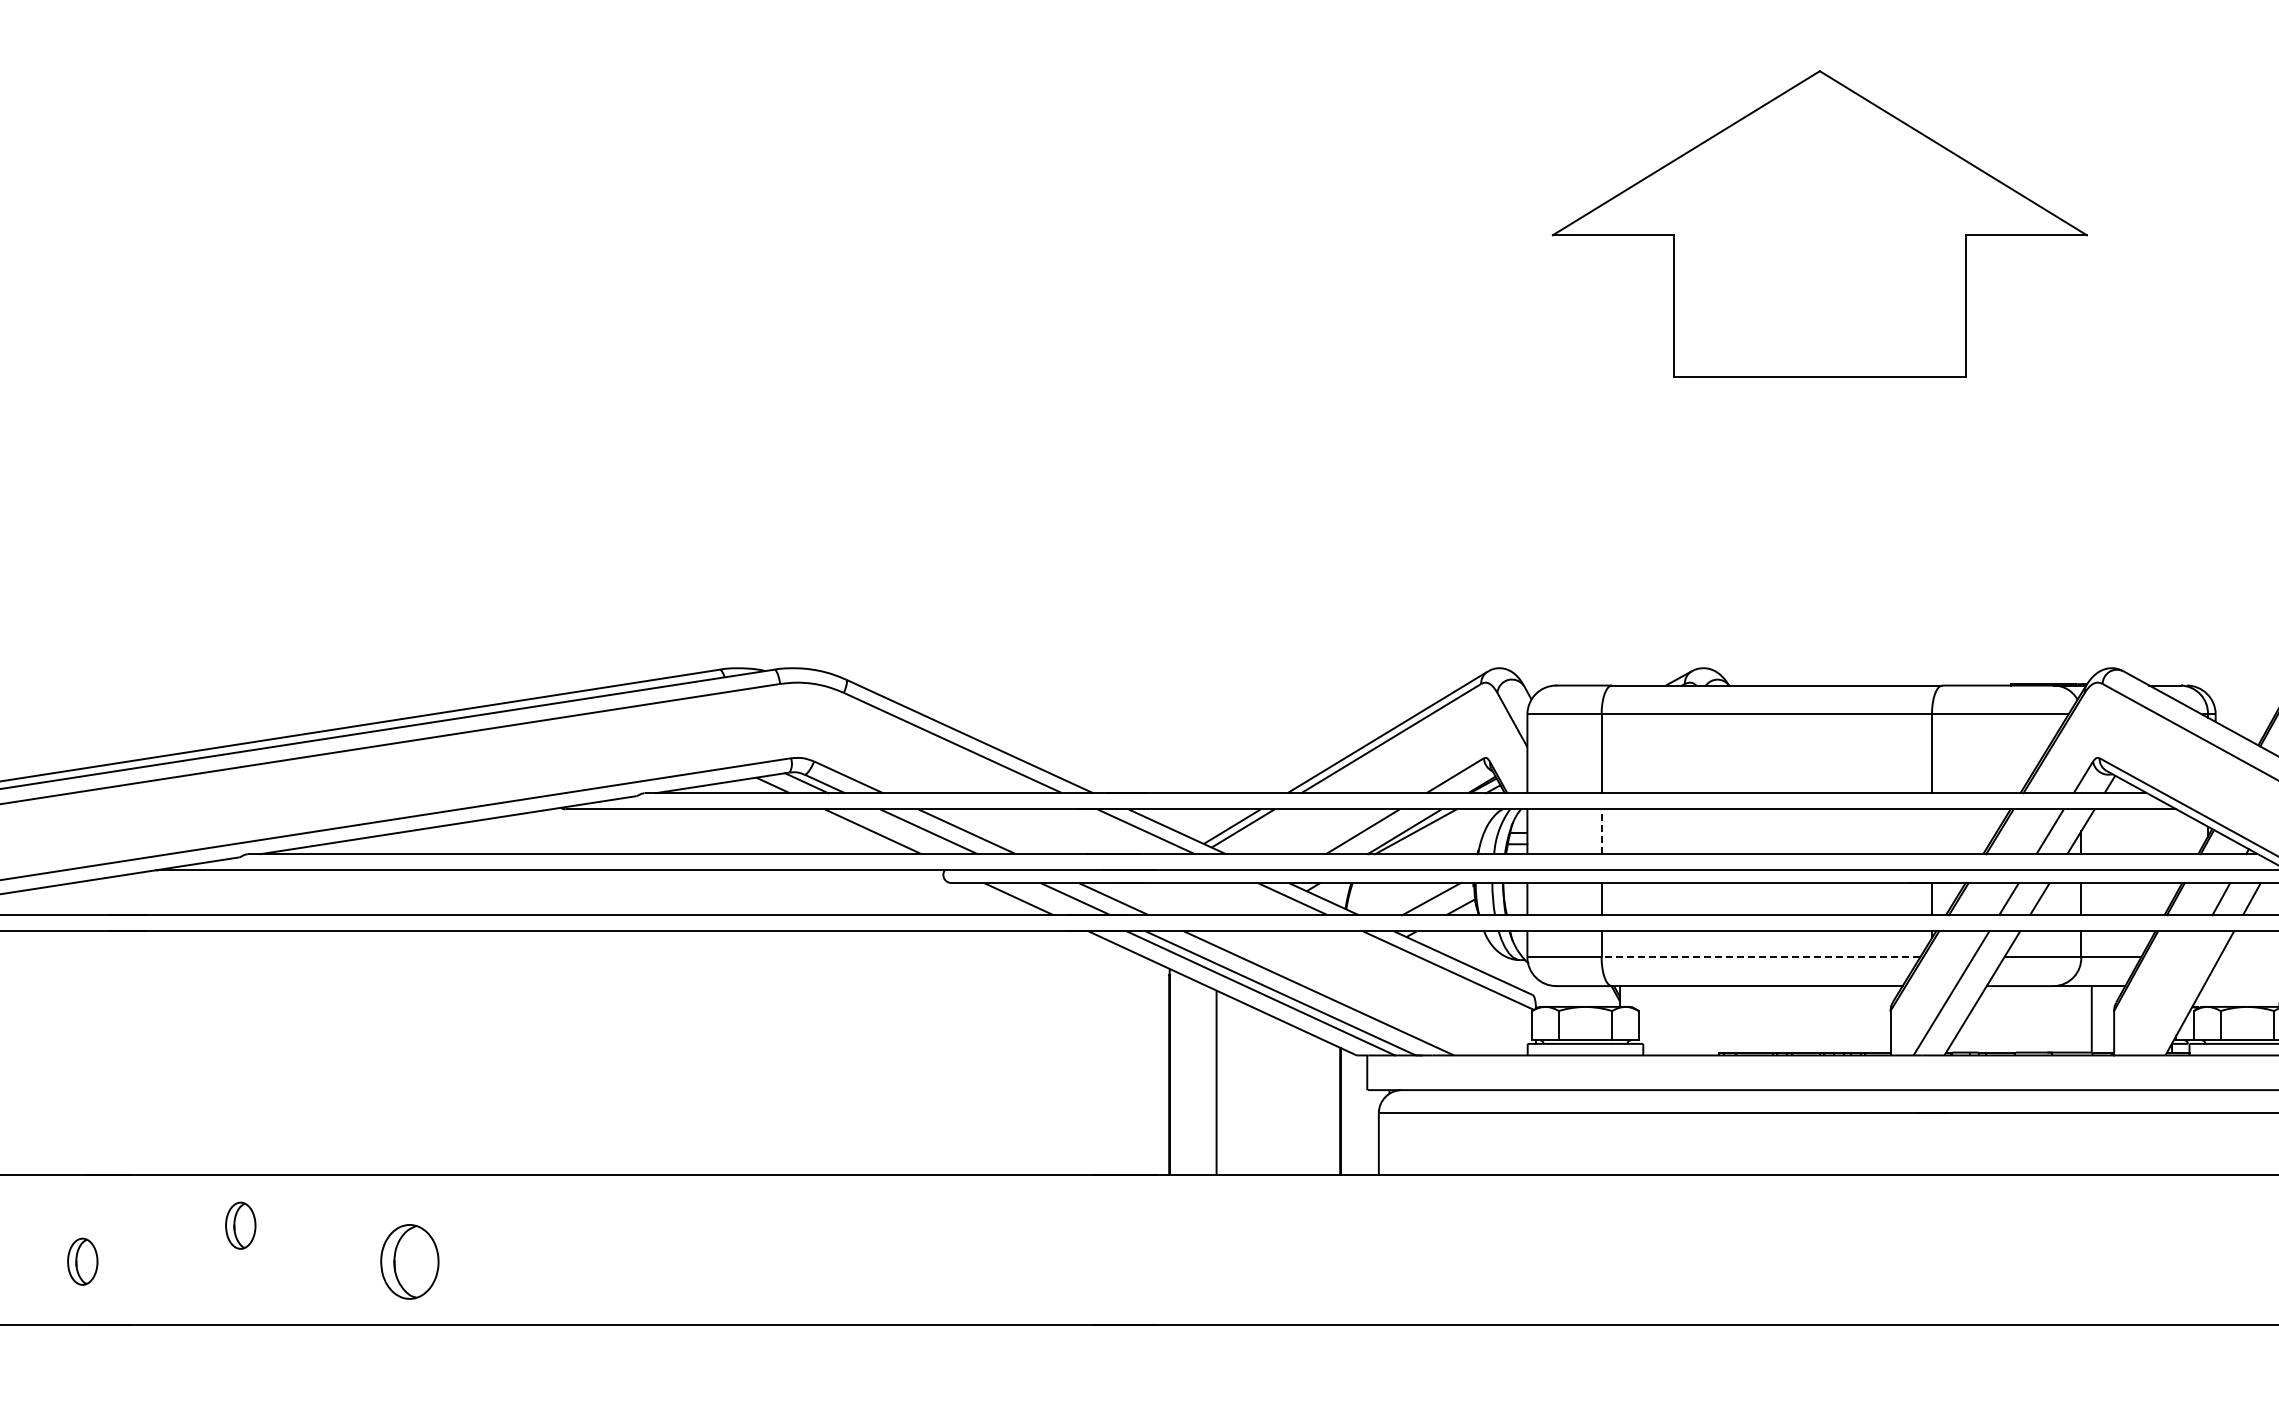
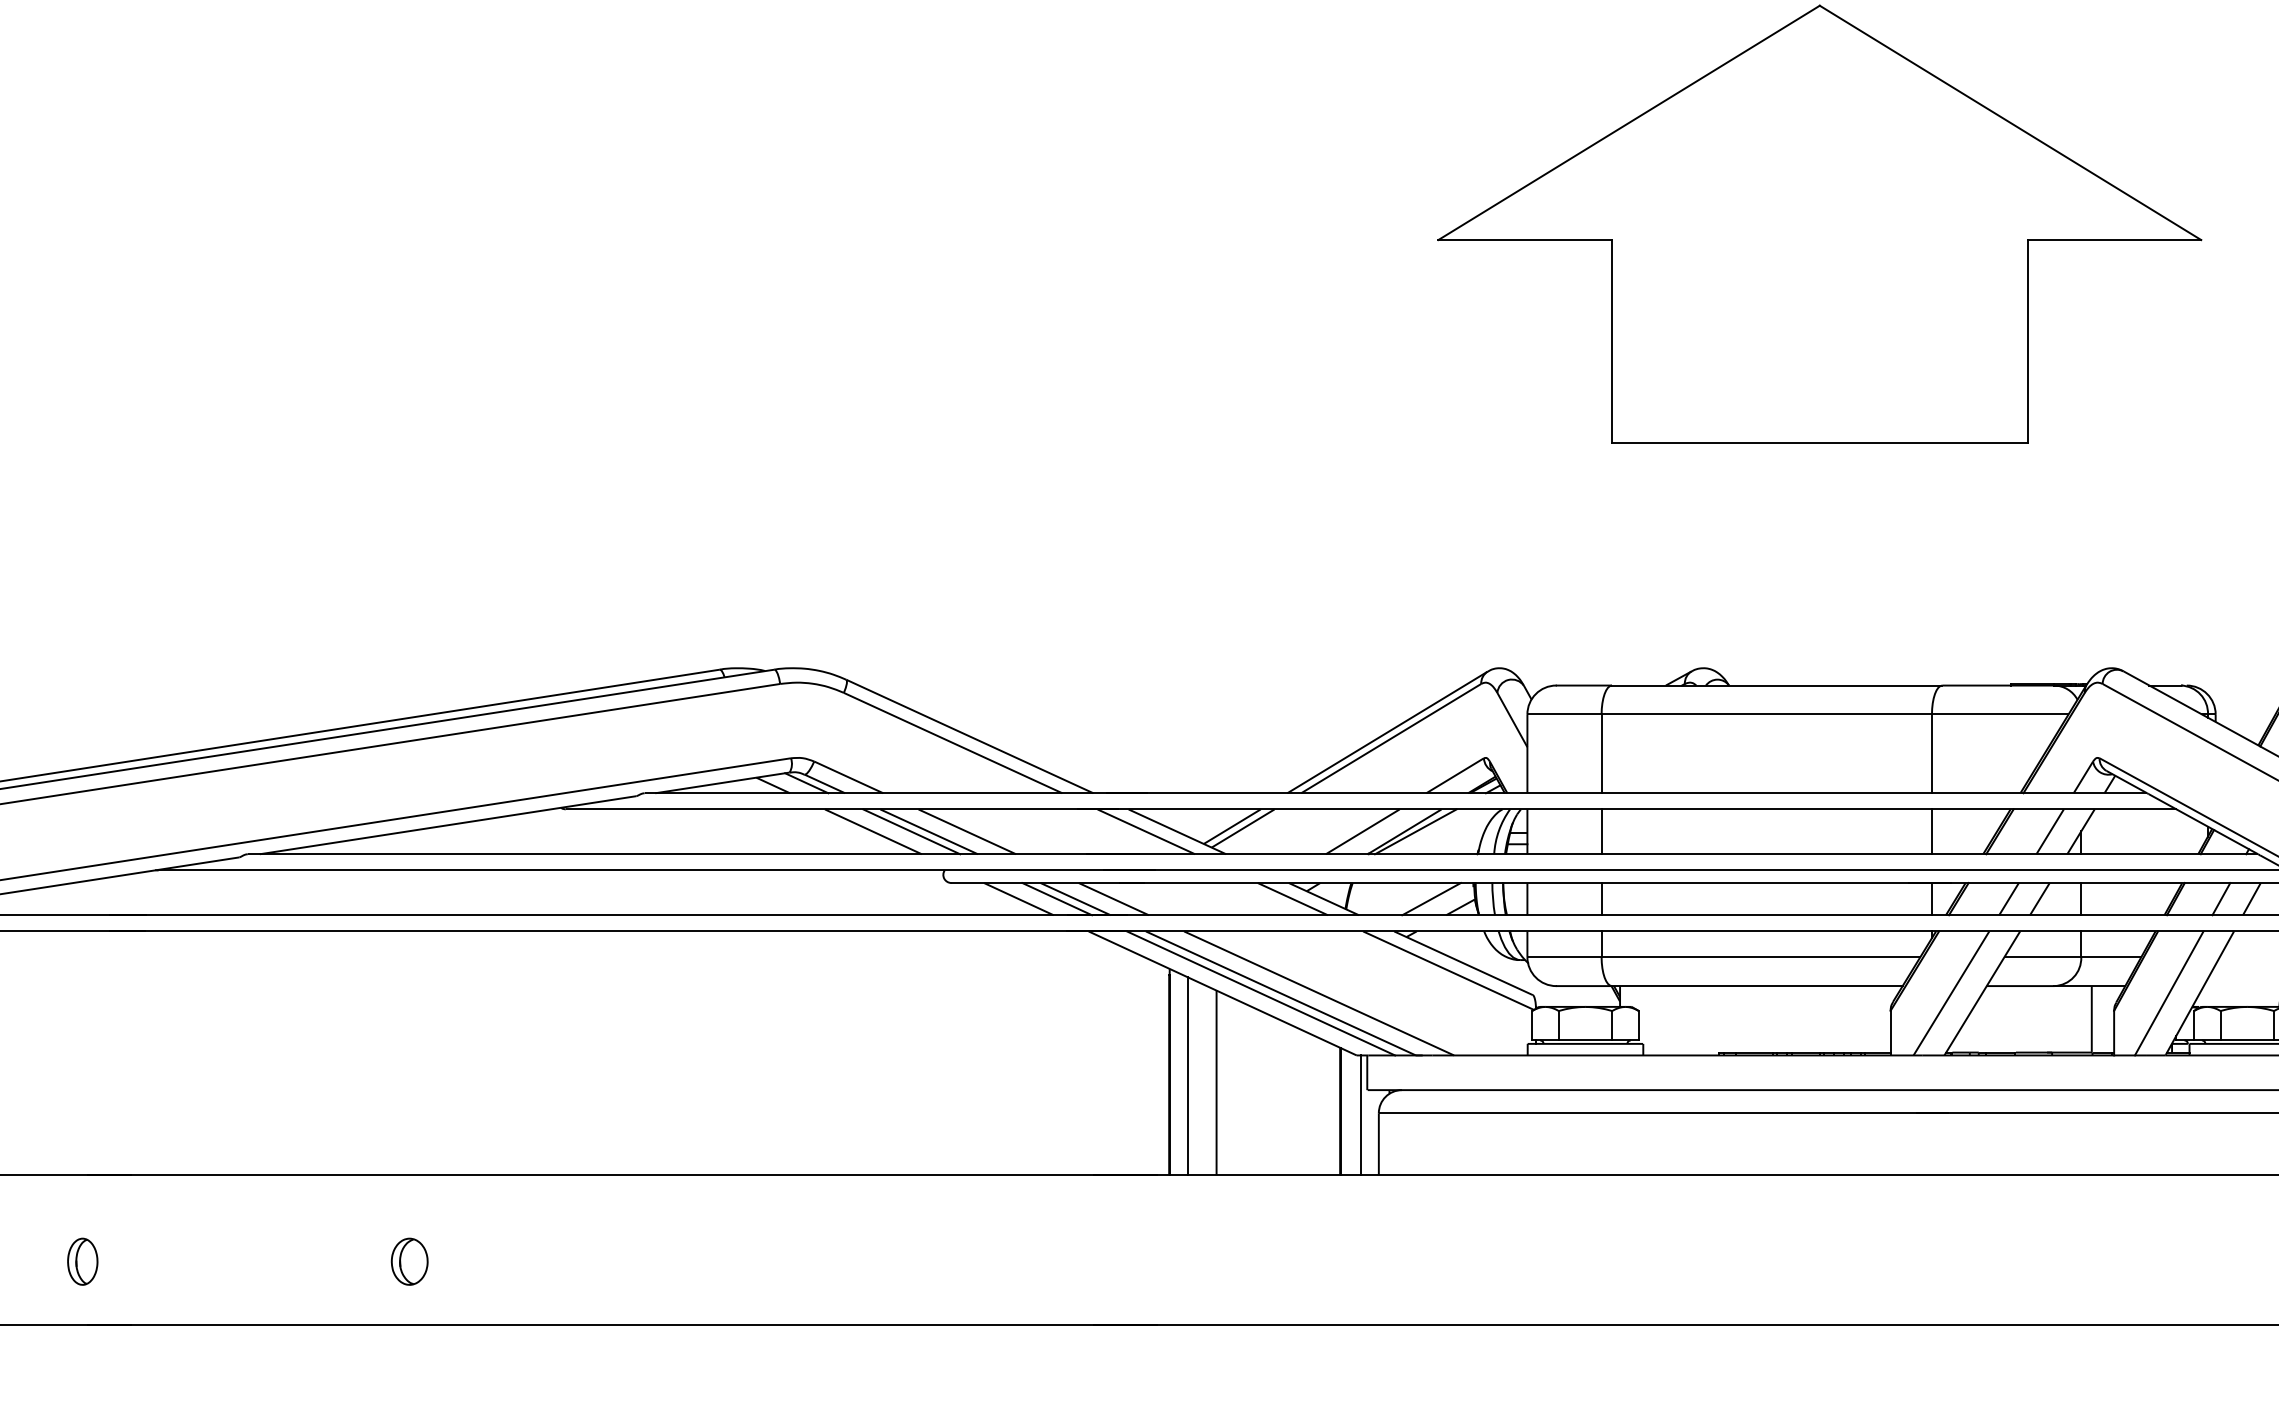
part at (1819, 223) size: 537x308 px -> 766x440 px
line at (911, 831): none -> present
line at (1601, 831): dashed -> solid
line at (1931, 831): none -> present
line at (1057, 899): none -> present
line at (1760, 957): dashed -> solid
line at (2168, 993): none -> present
line at (1188, 1076): none -> present
line at (1361, 1115): none -> present
part at (240, 1225): present -> none
part at (409, 1261) size: 60x76 px -> 39x49 px
